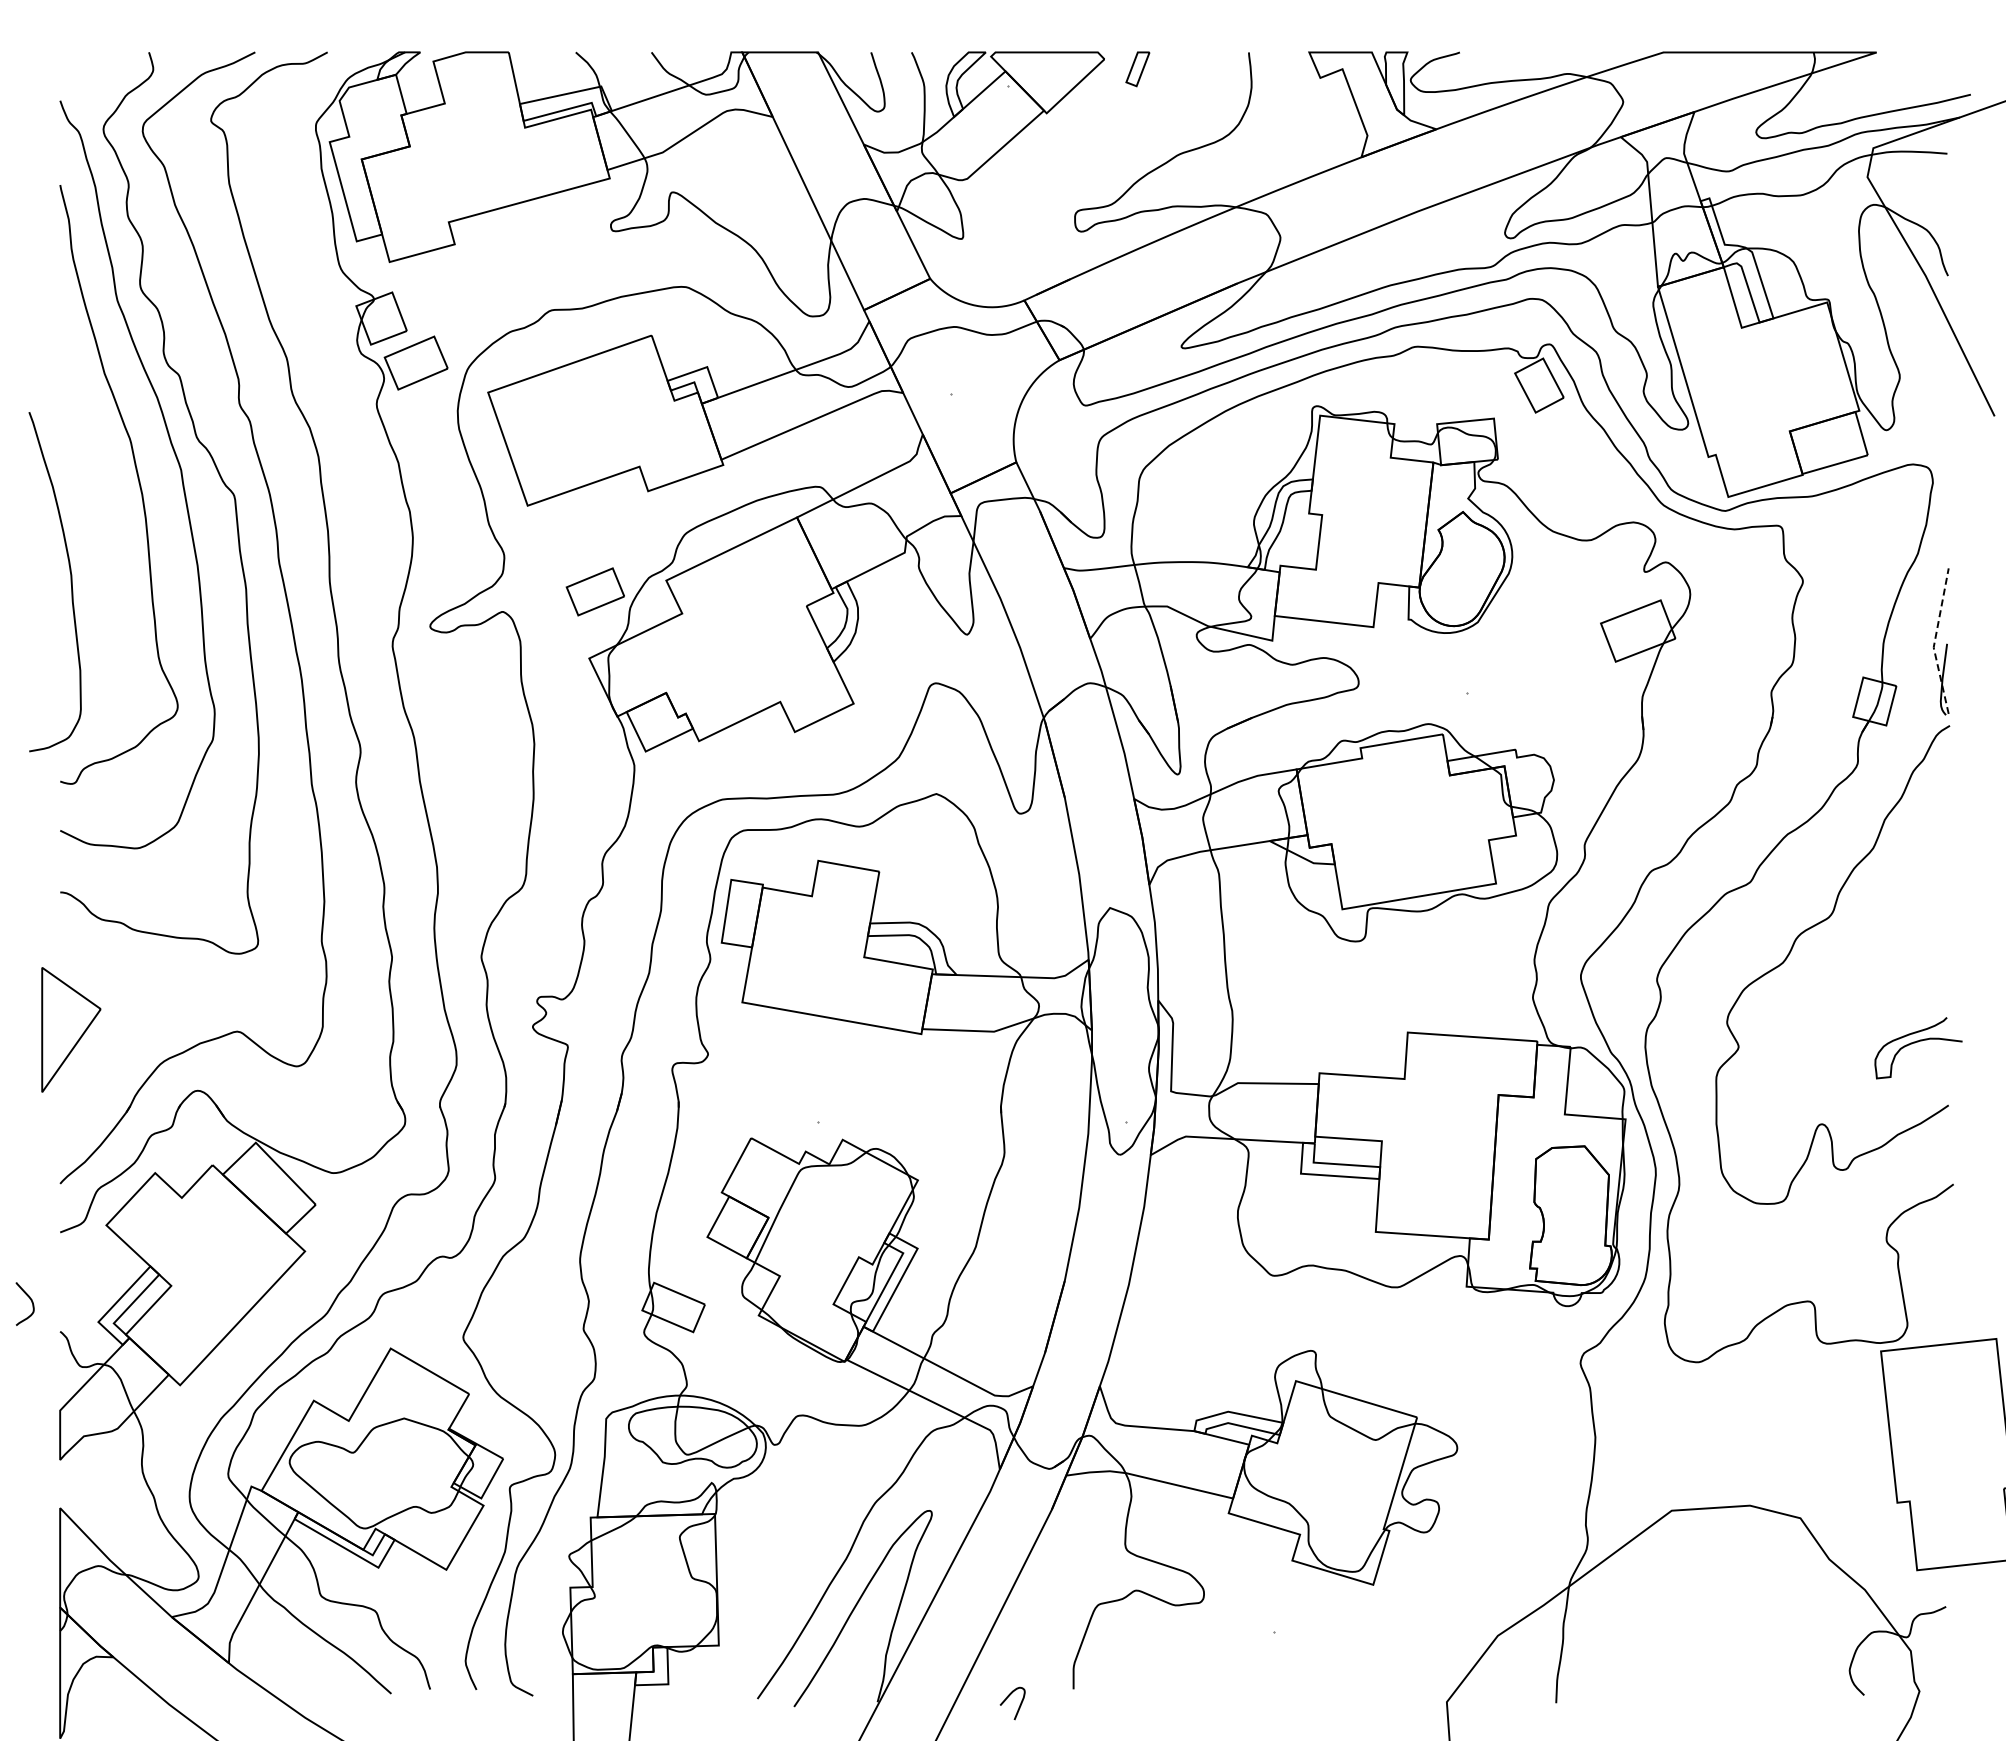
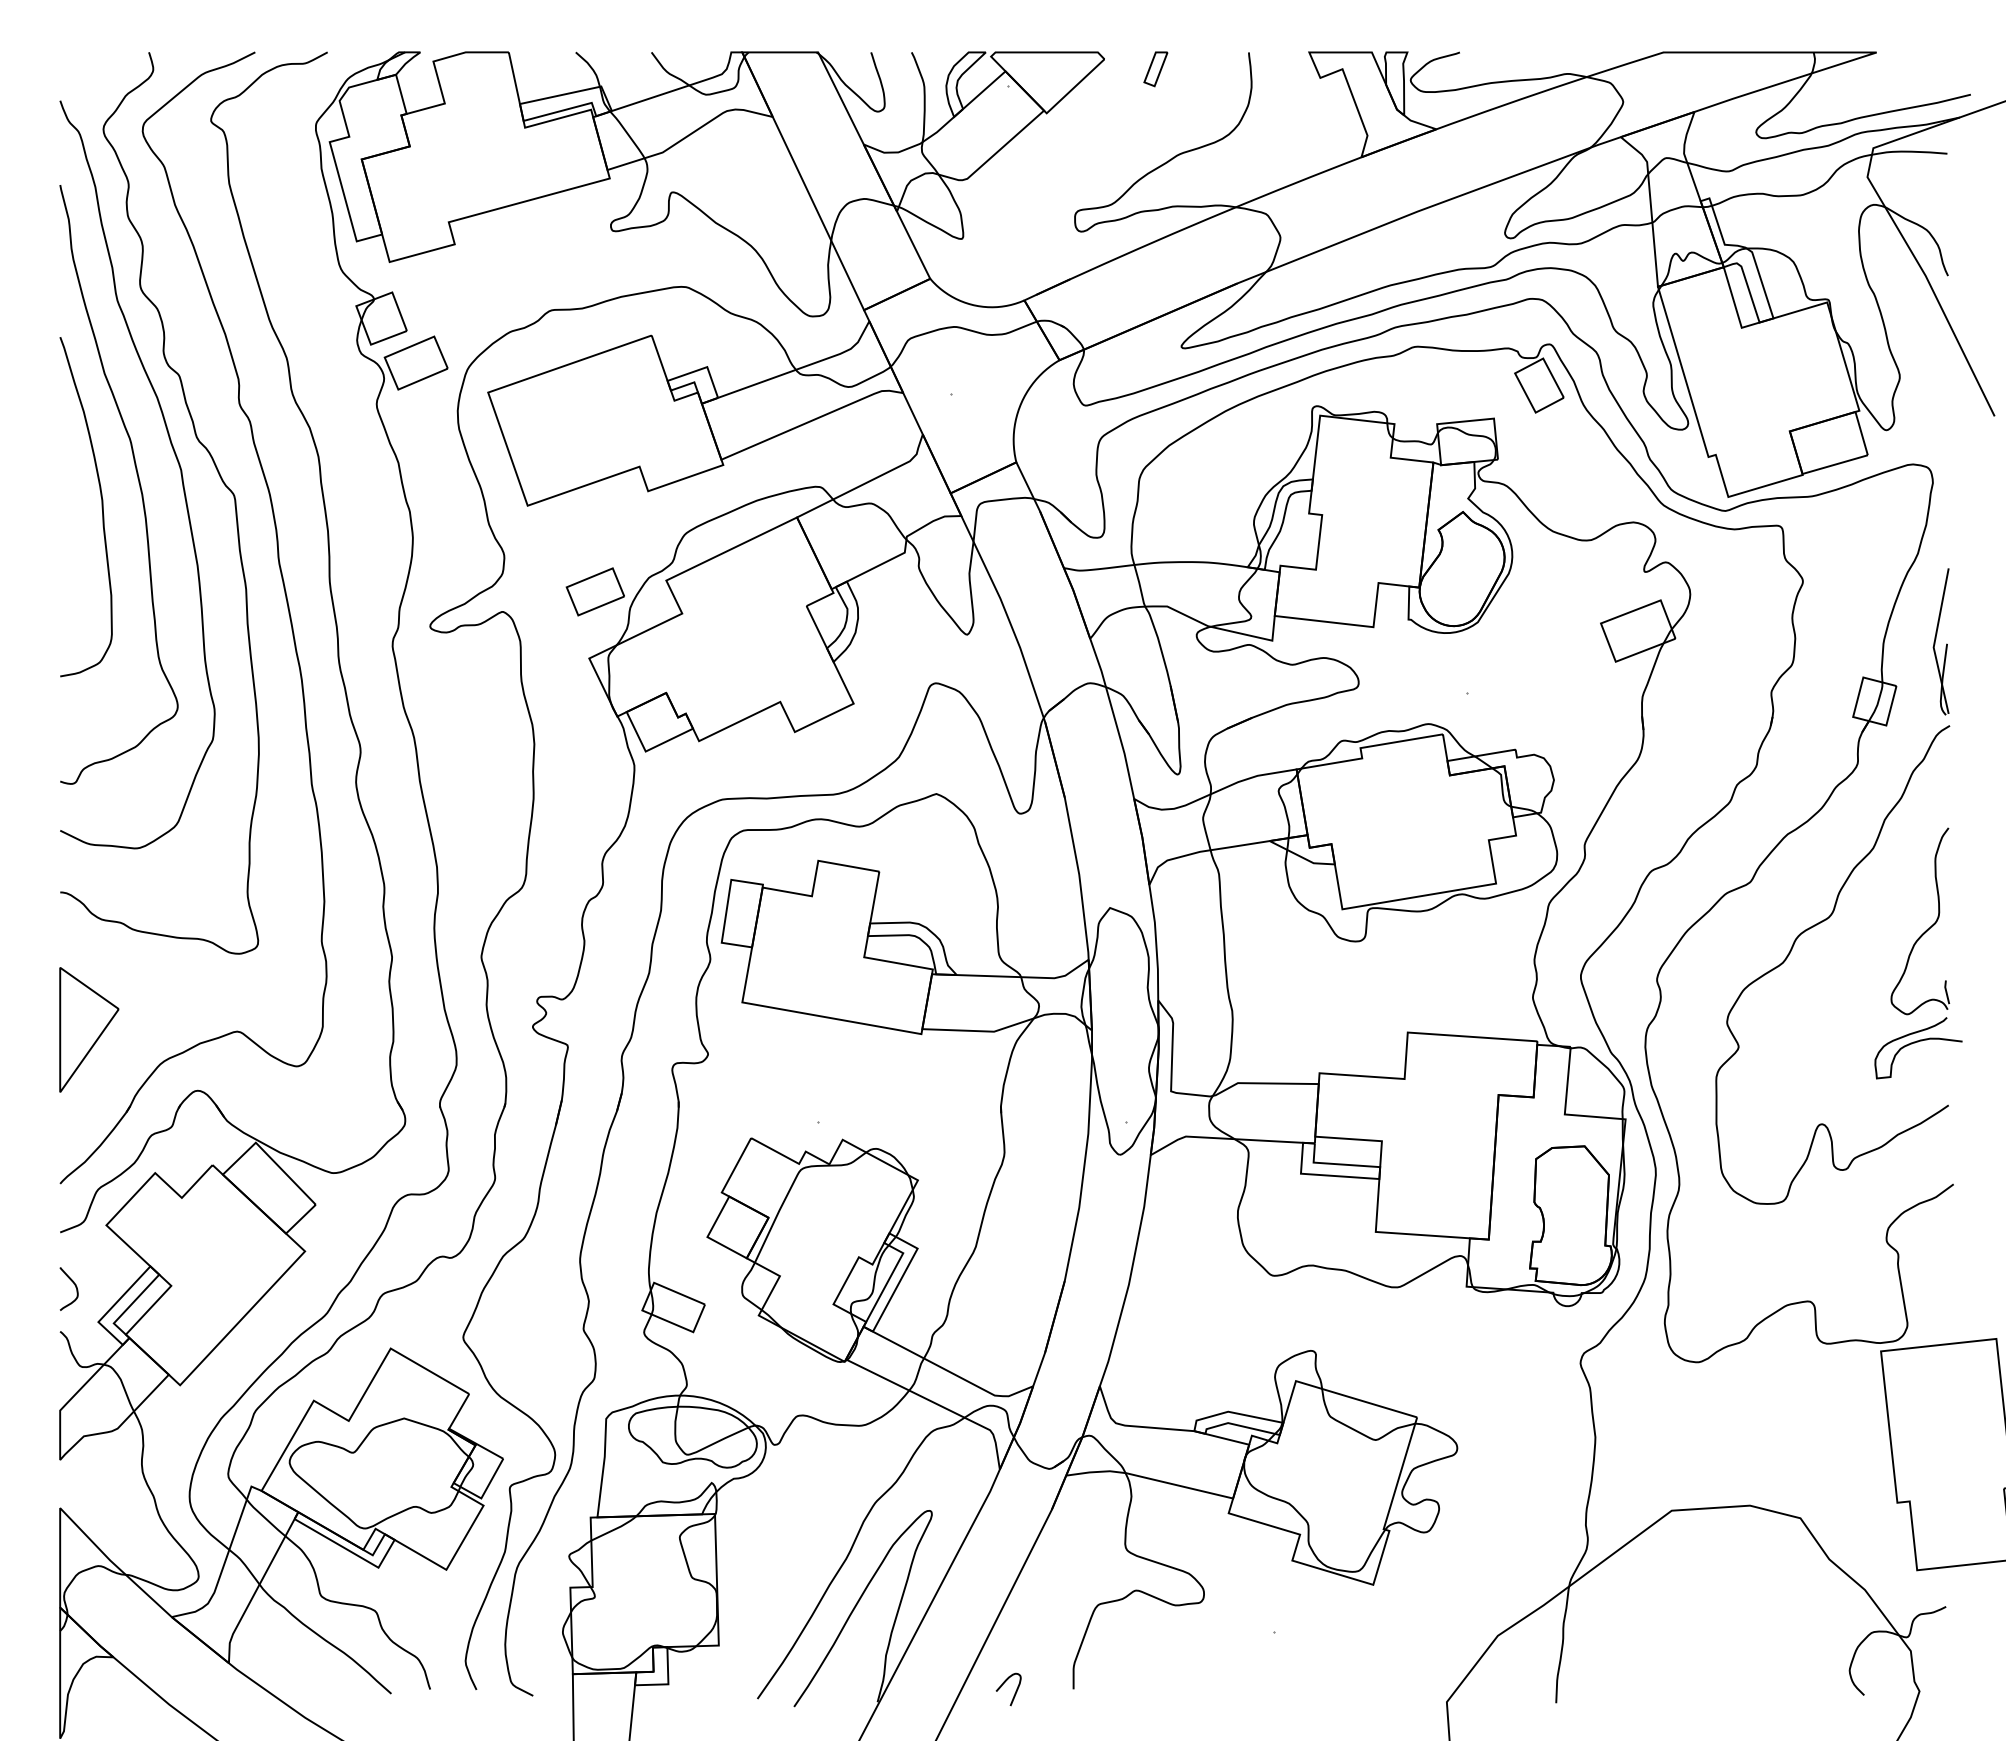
part at (1137, 69) position: (1137, 69) -> (1155, 69)
curve at (70, 582) position: (70, 582) -> (101, 507)
line at (1934, 641): dashed -> solid
part at (1927, 928): none -> present
part at (71, 1029) position: (71, 1029) -> (89, 1029)
curve at (30, 1300) position: (30, 1300) -> (74, 1285)
curve at (1007, 1698) position: (1007, 1698) -> (1003, 1684)
